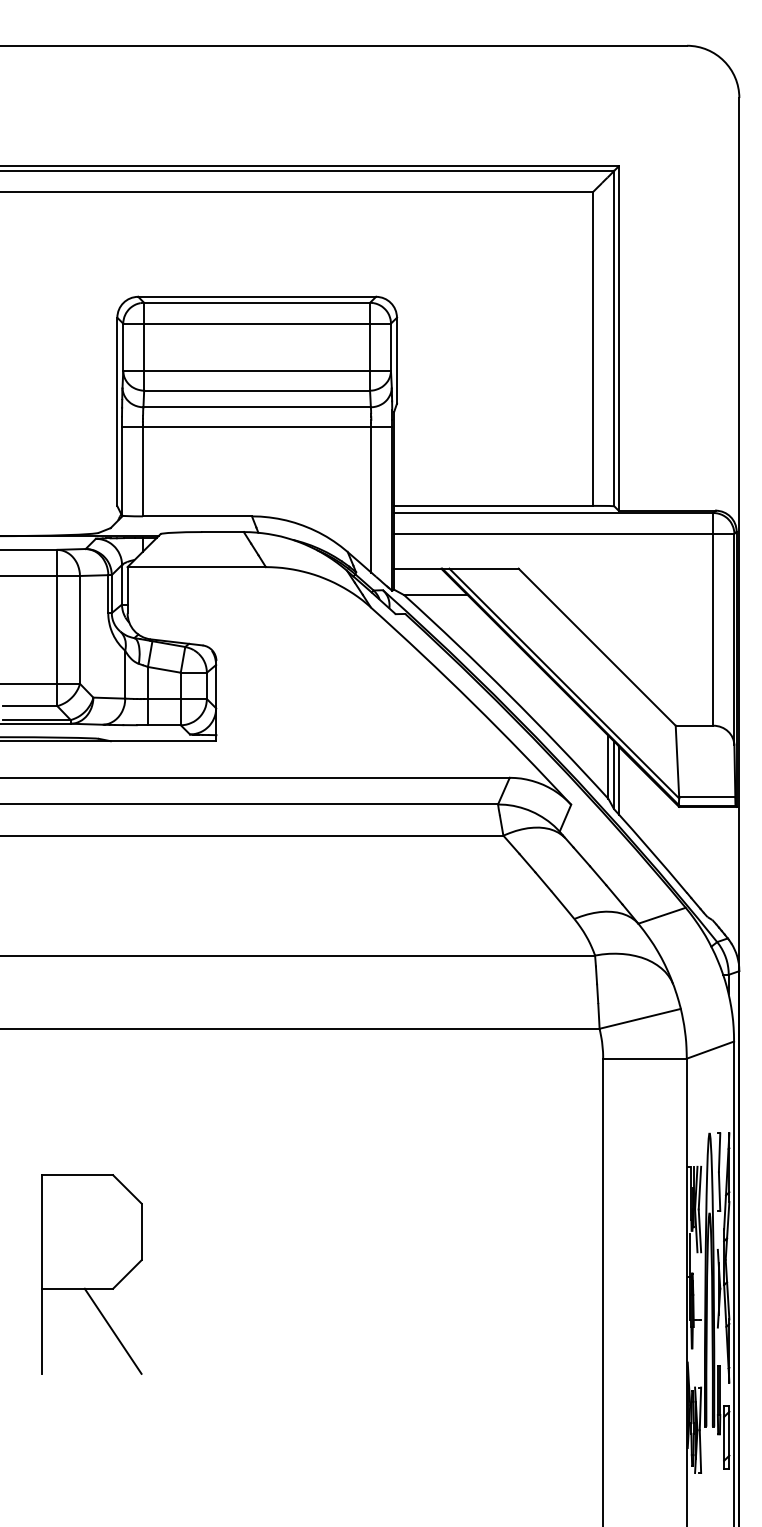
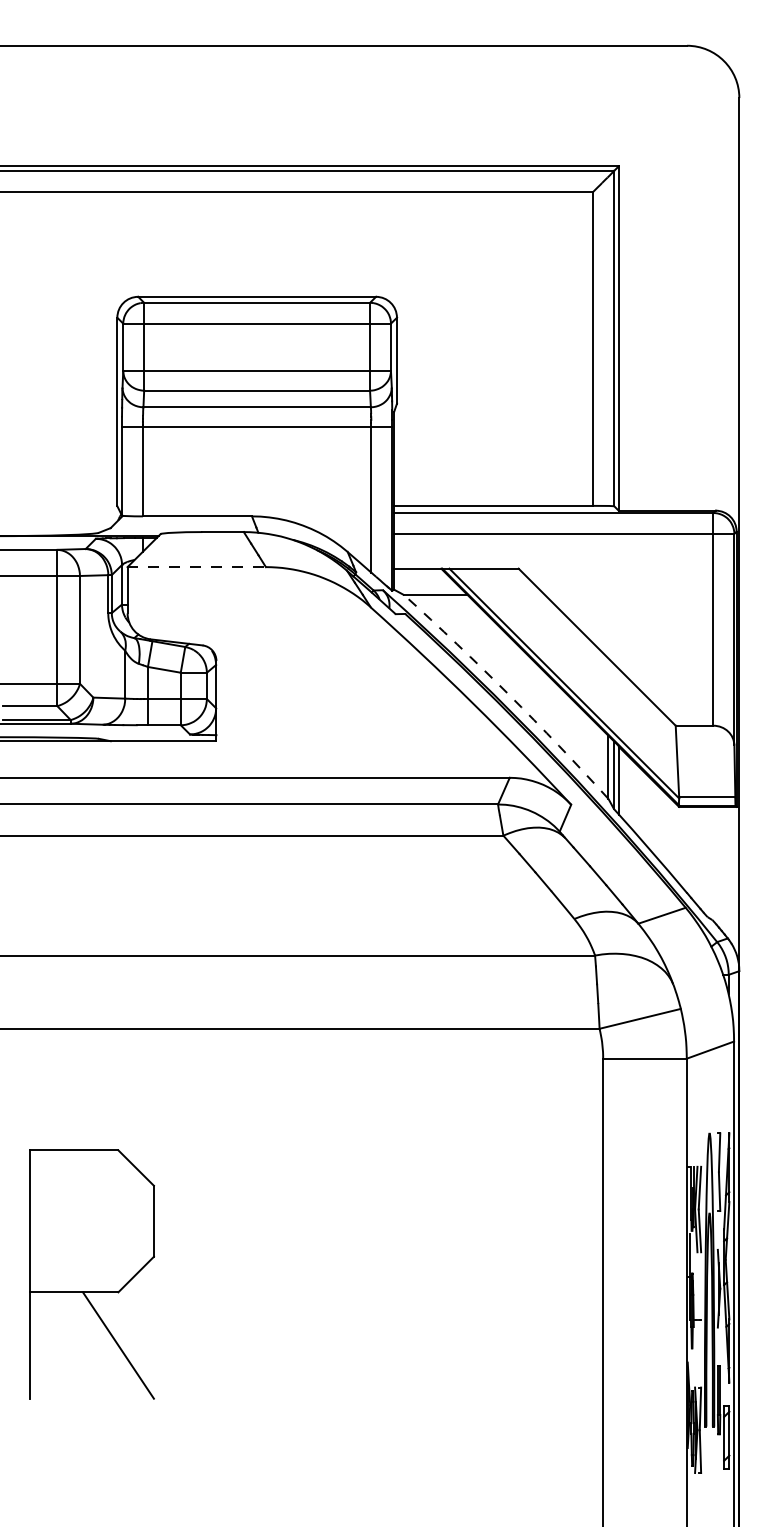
line at (197, 567): solid -> dashed
arc at (508, 694): solid -> dashed
part at (91, 1274) size: 102x201 px -> 126x251 px
